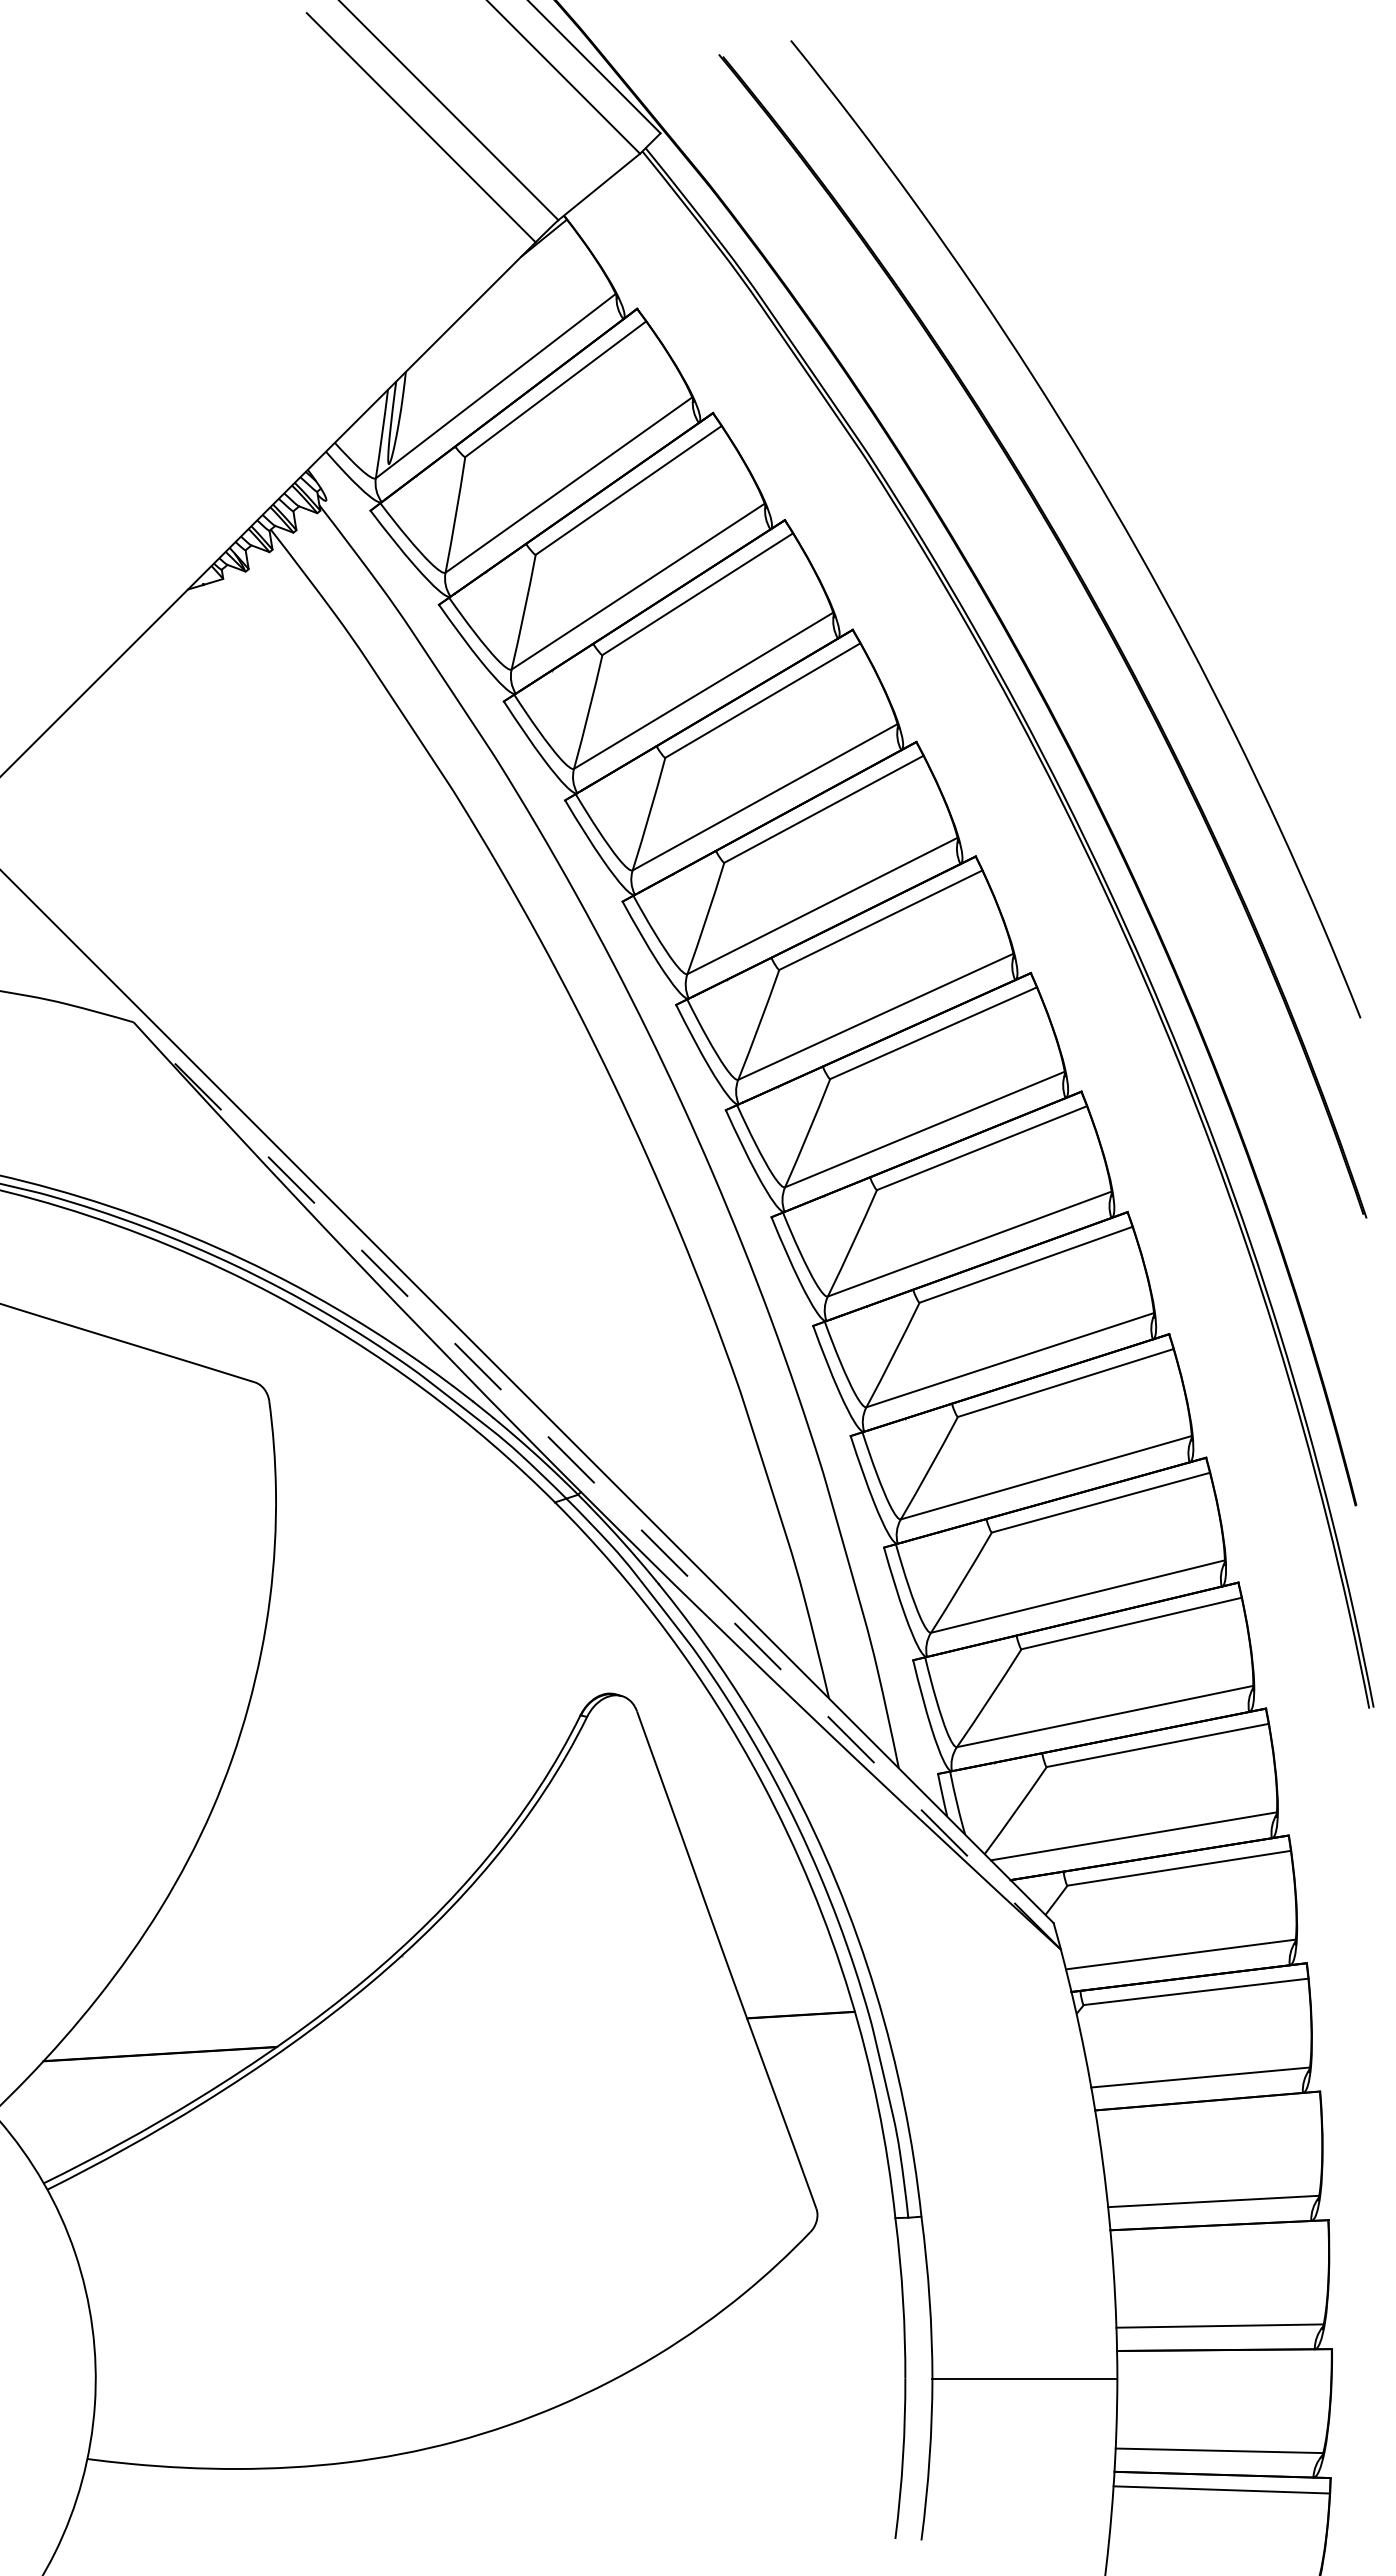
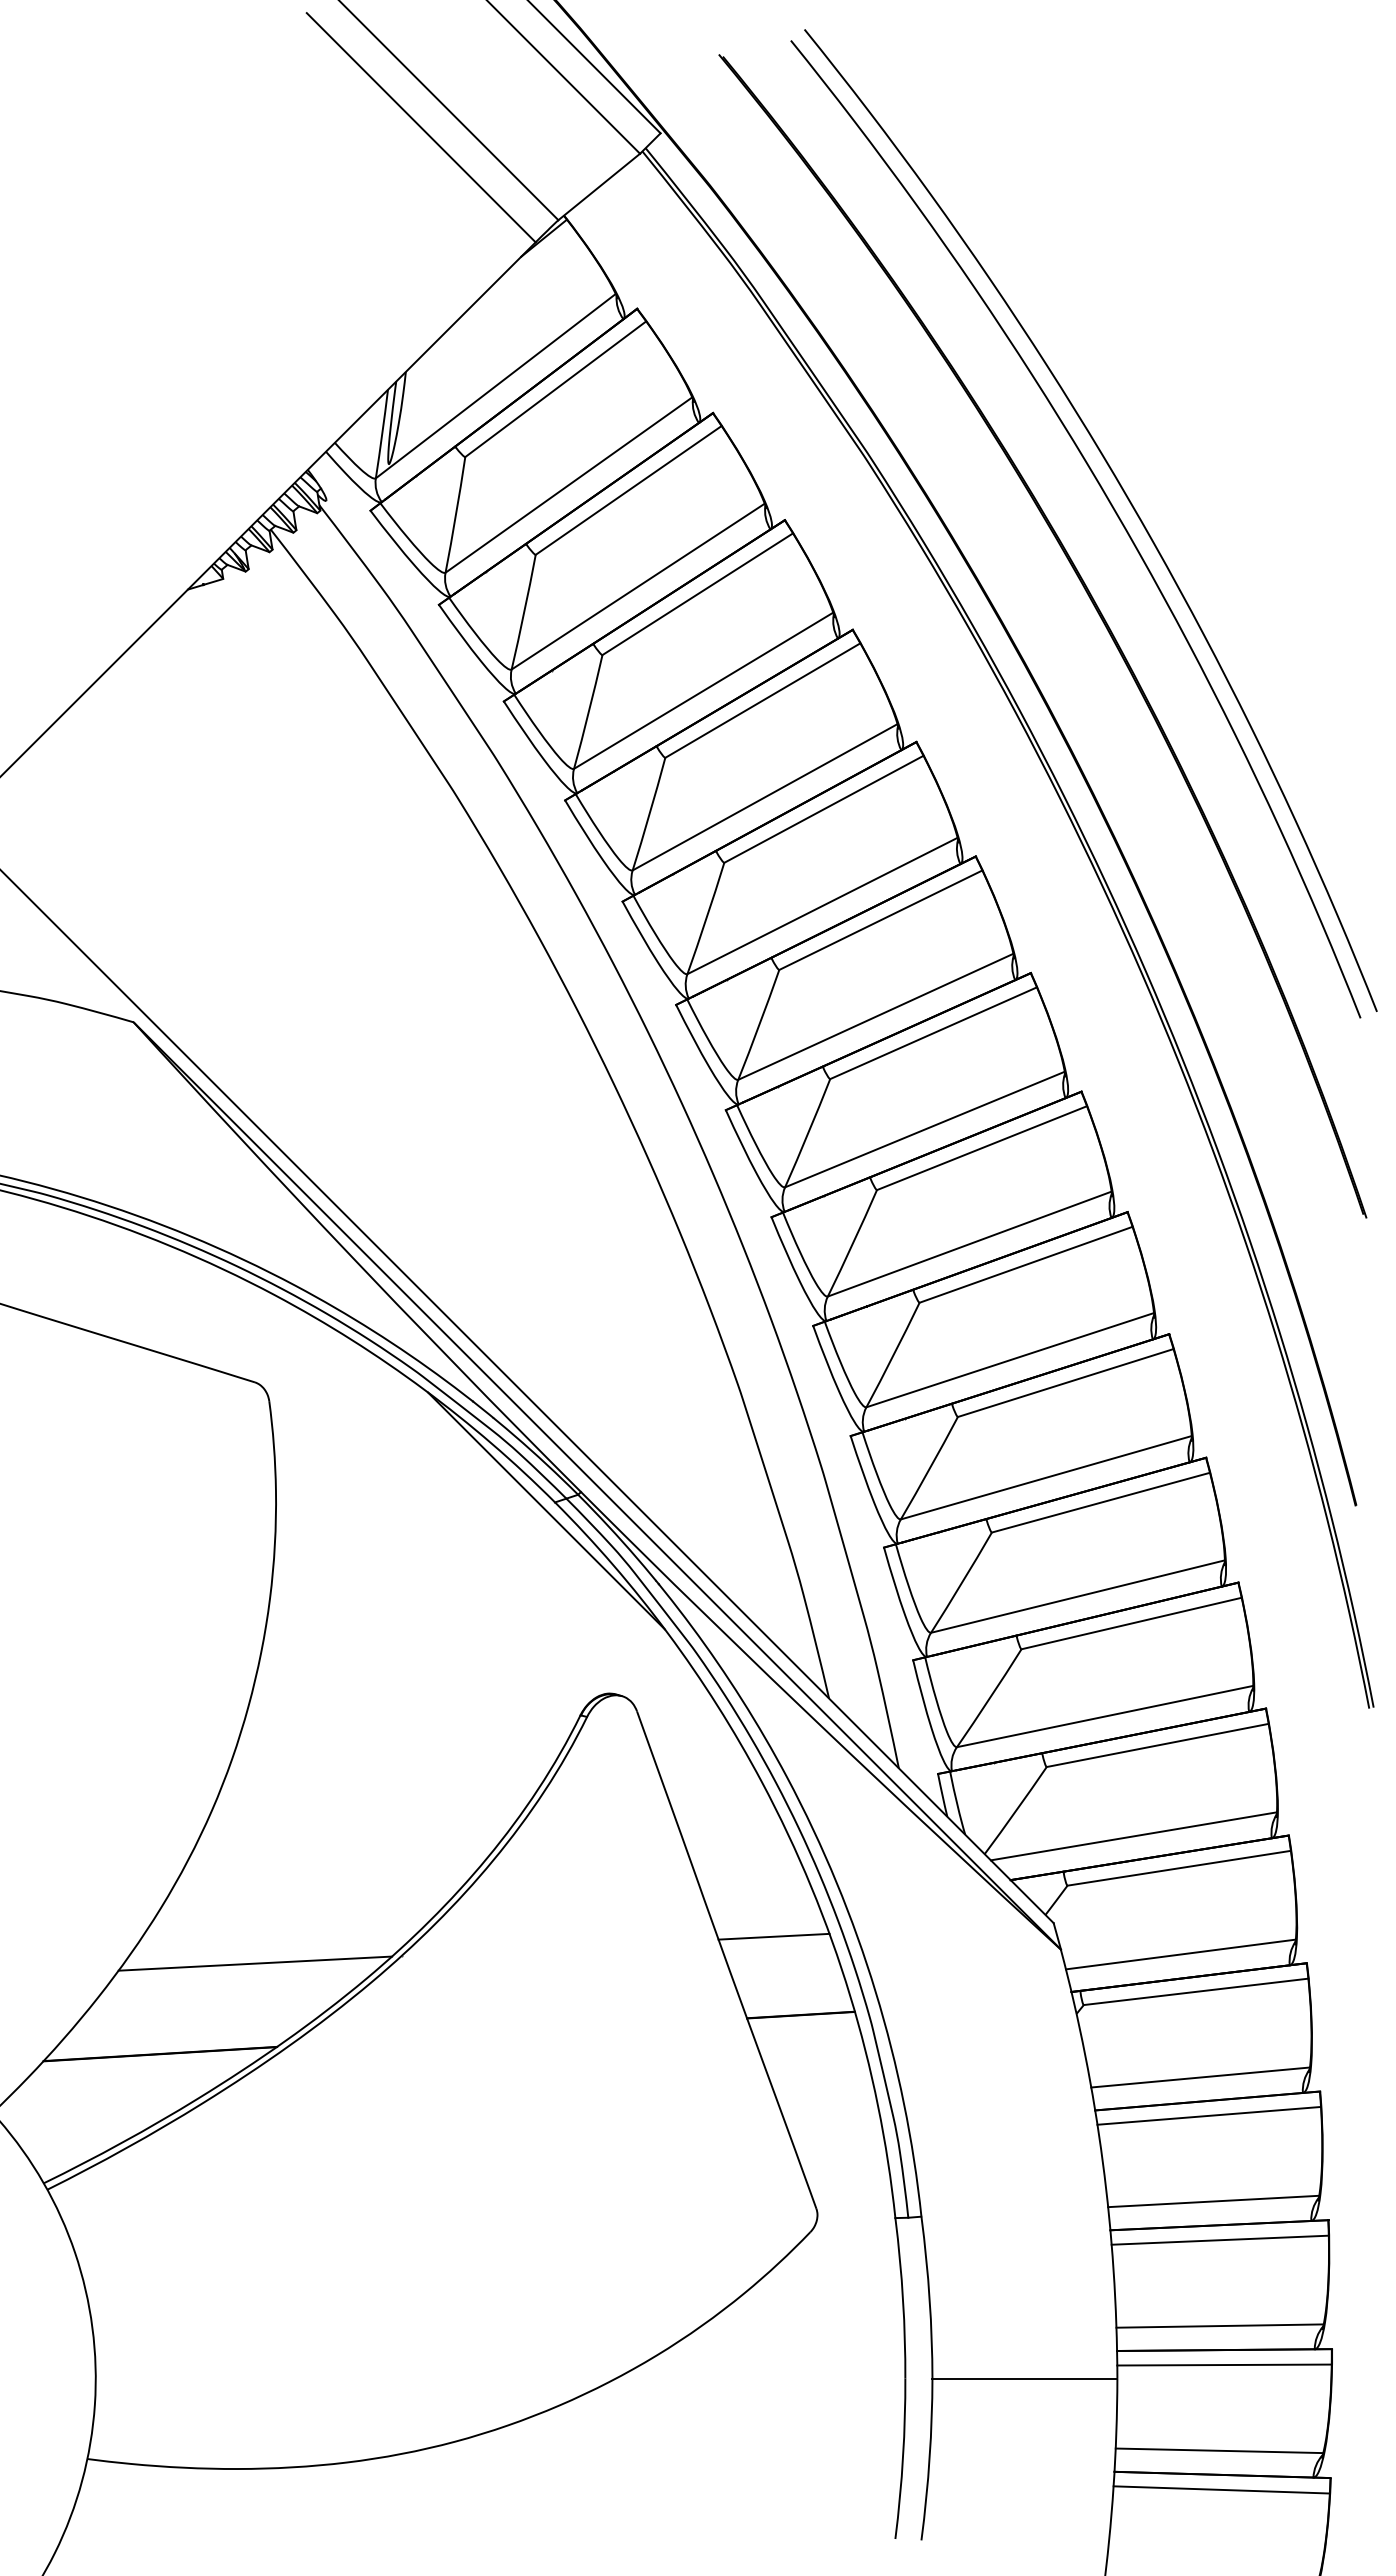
curve at (1125, 496): none -> present
line at (597, 1485): dashed -> solid
line at (546, 1510): none -> present
line at (773, 1936): none -> present
line at (255, 1963): none -> present
line at (1209, 2115): none -> present
line at (1219, 2239): none -> present
line at (1224, 2364): none -> present
